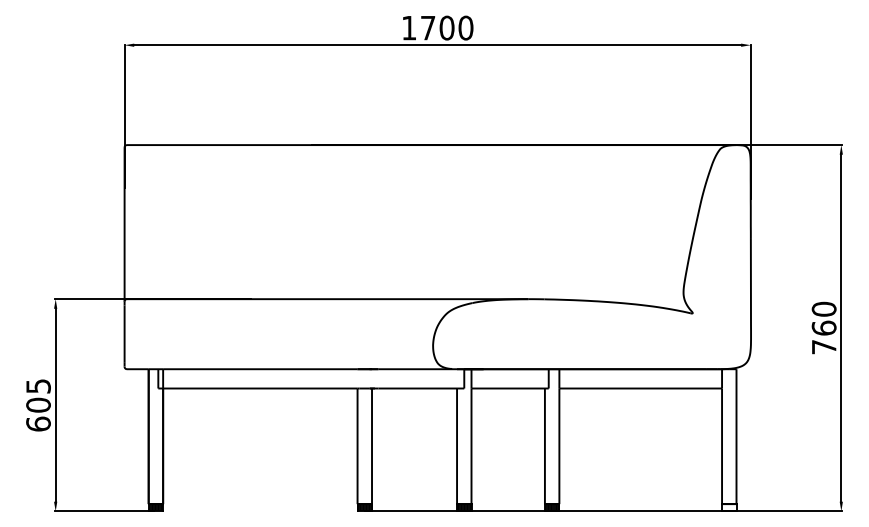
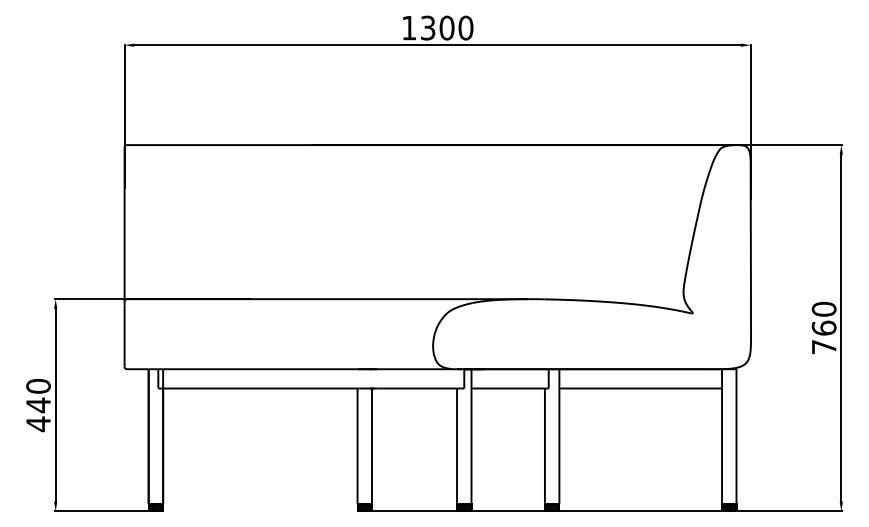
text at (428, 27): 1700 -> 1300
text at (38, 405): 605 -> 440
hatch at (729, 507): none -> present
